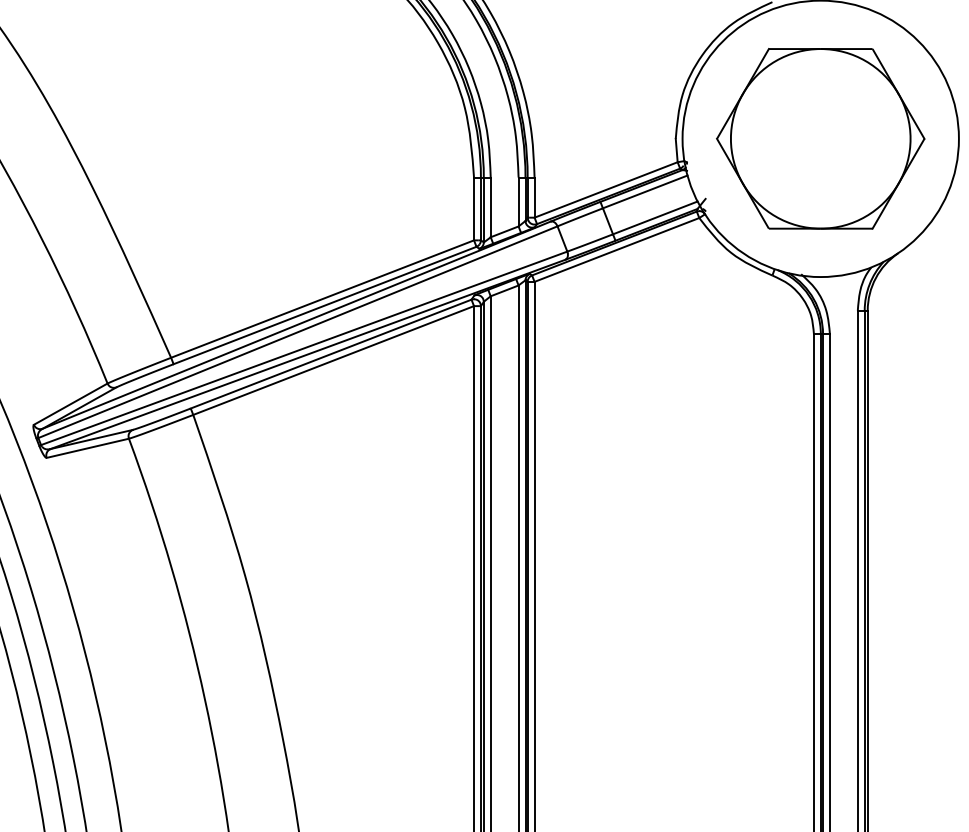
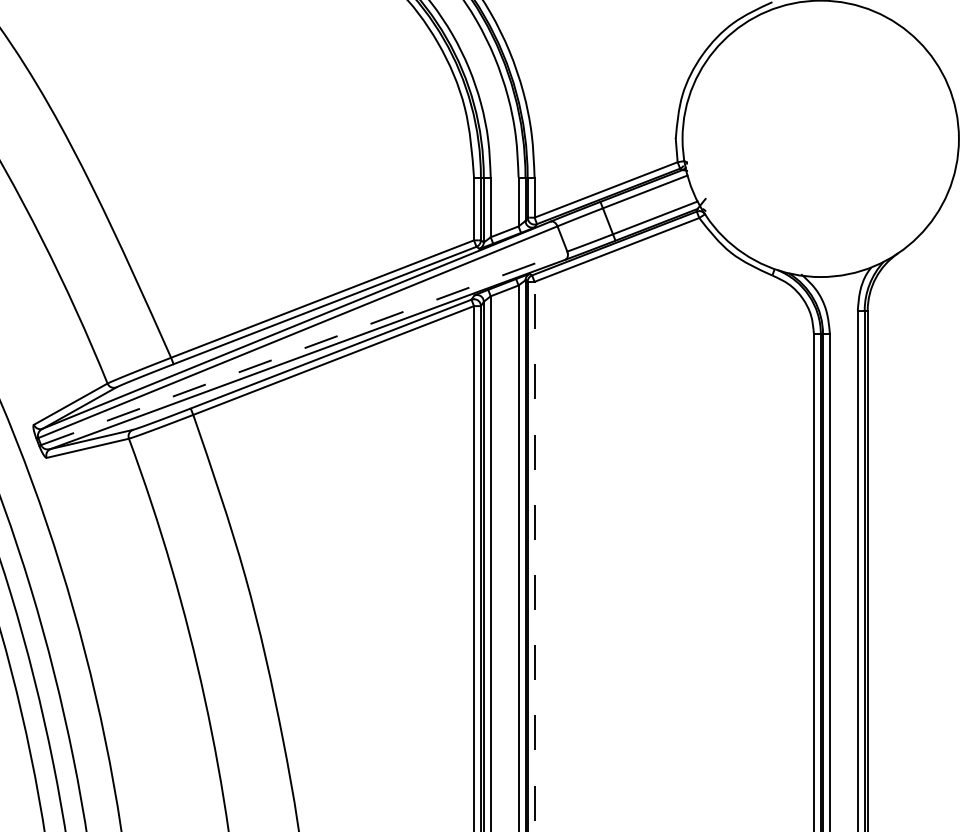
part at (820, 138): present -> none
line at (304, 348): solid -> dashed
line at (534, 556): solid -> dashed
